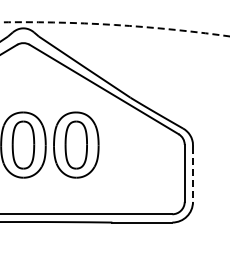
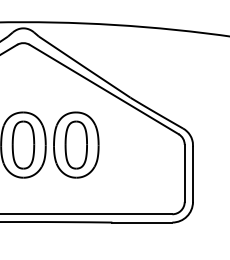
arc at (114, 24): dashed -> solid
line at (193, 175): dashed -> solid
